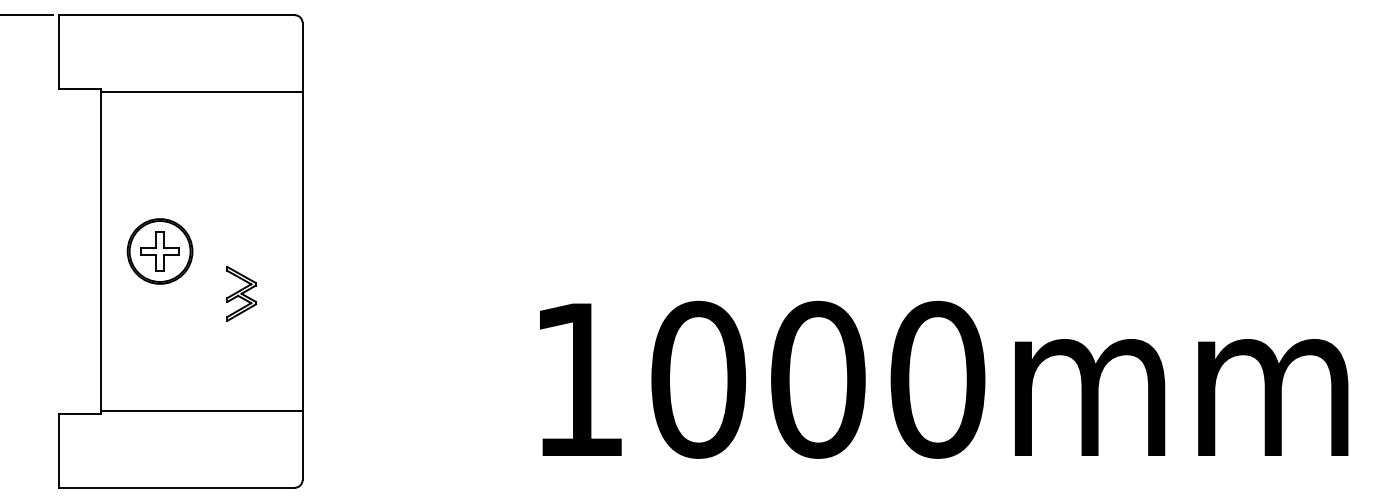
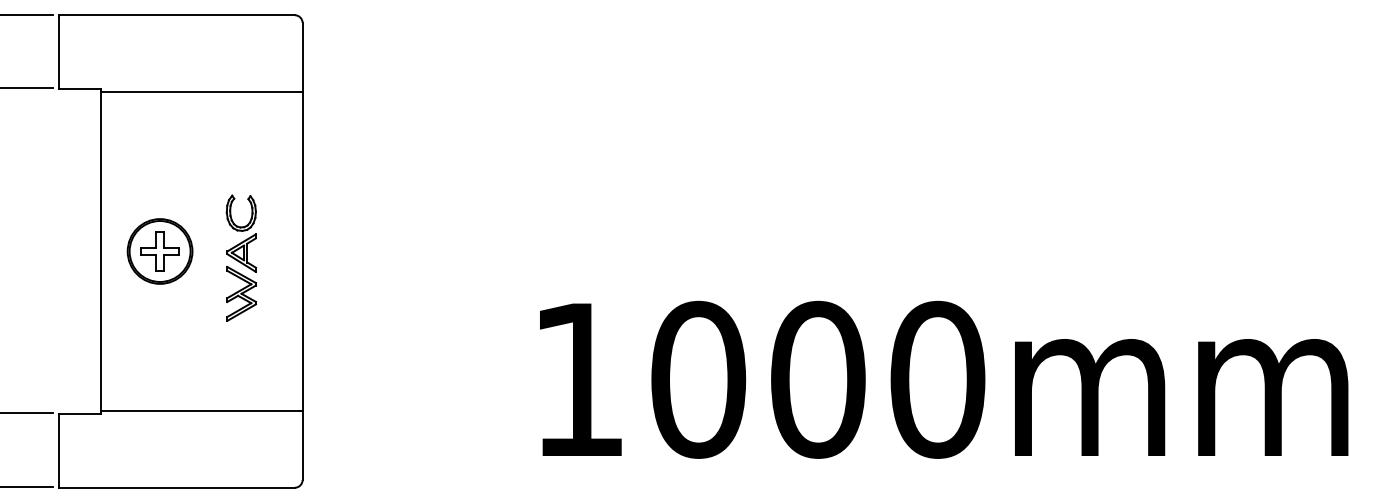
line at (27, 88): none -> present
part at (240, 233): none -> present
line at (27, 413): none -> present
line at (27, 487): none -> present
